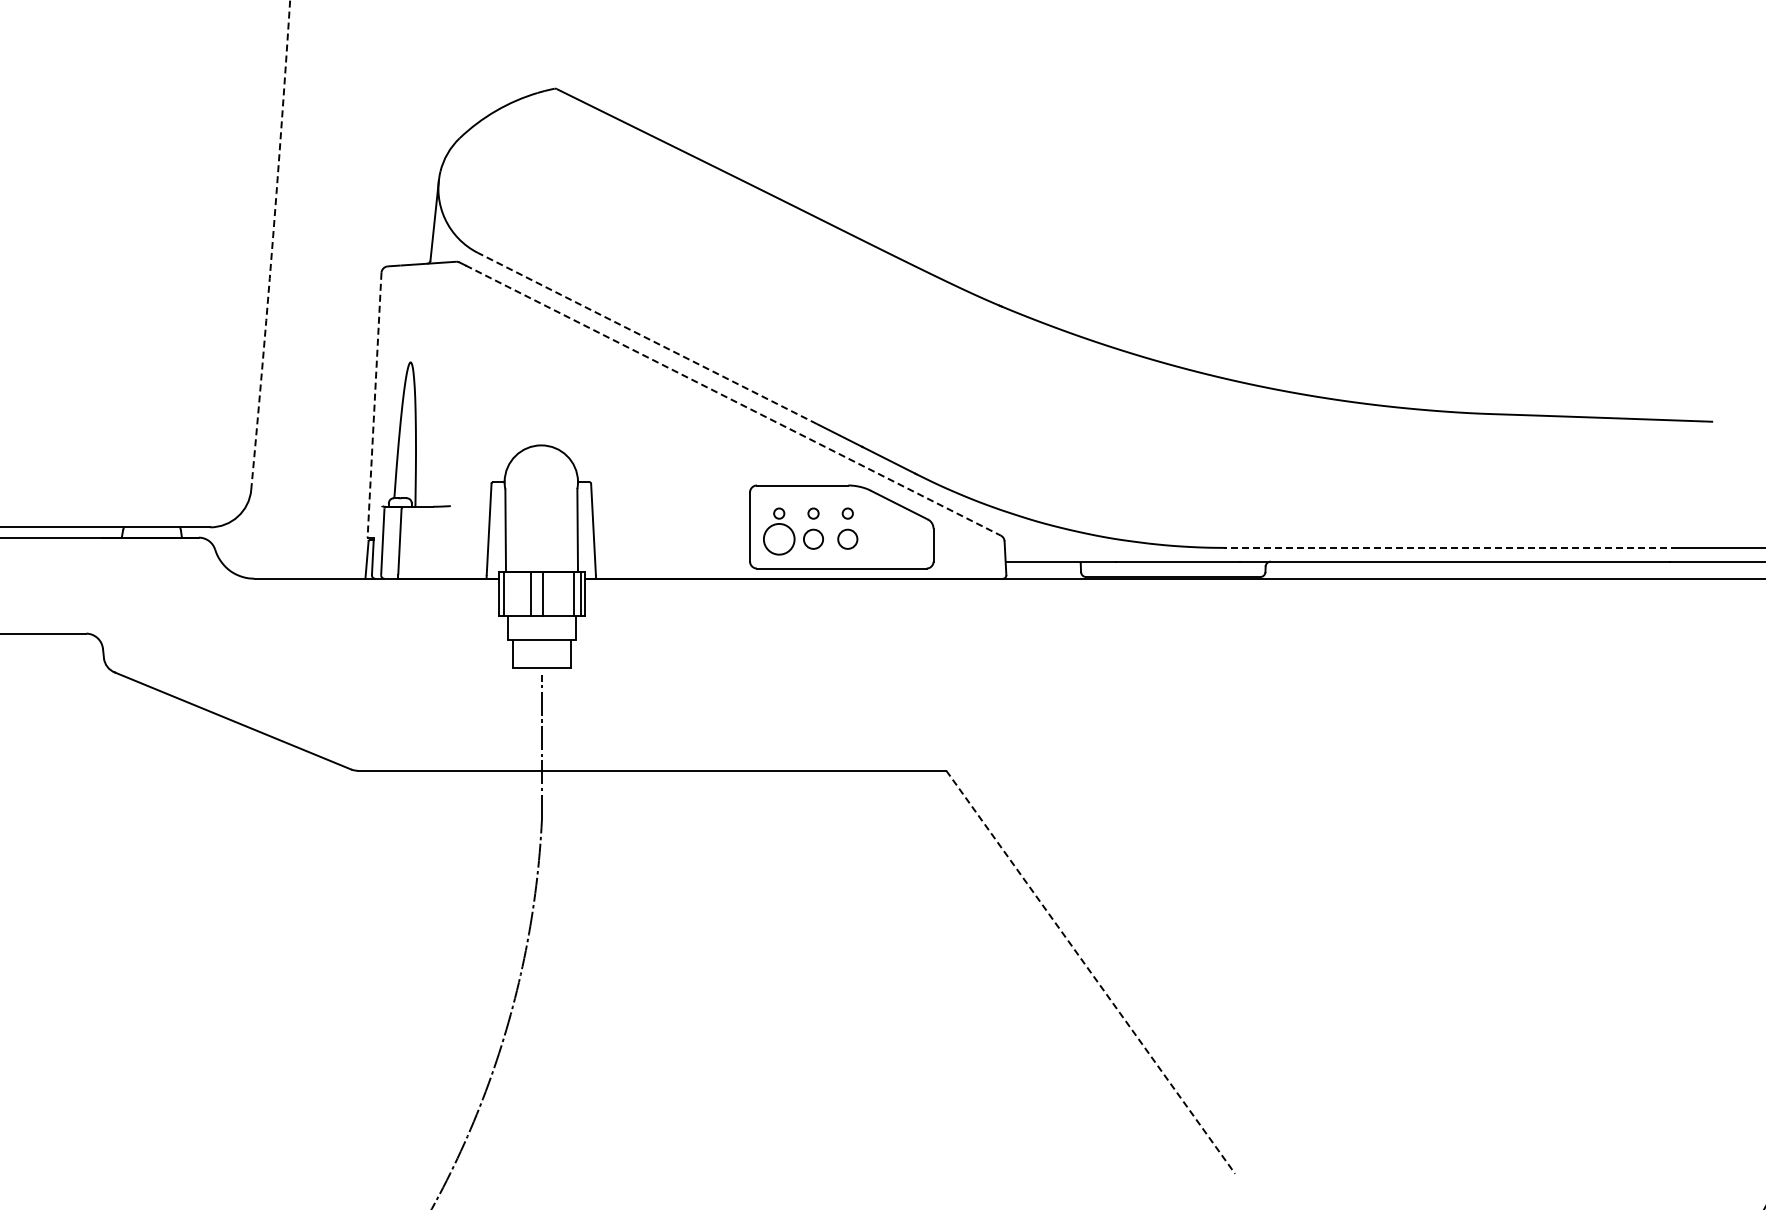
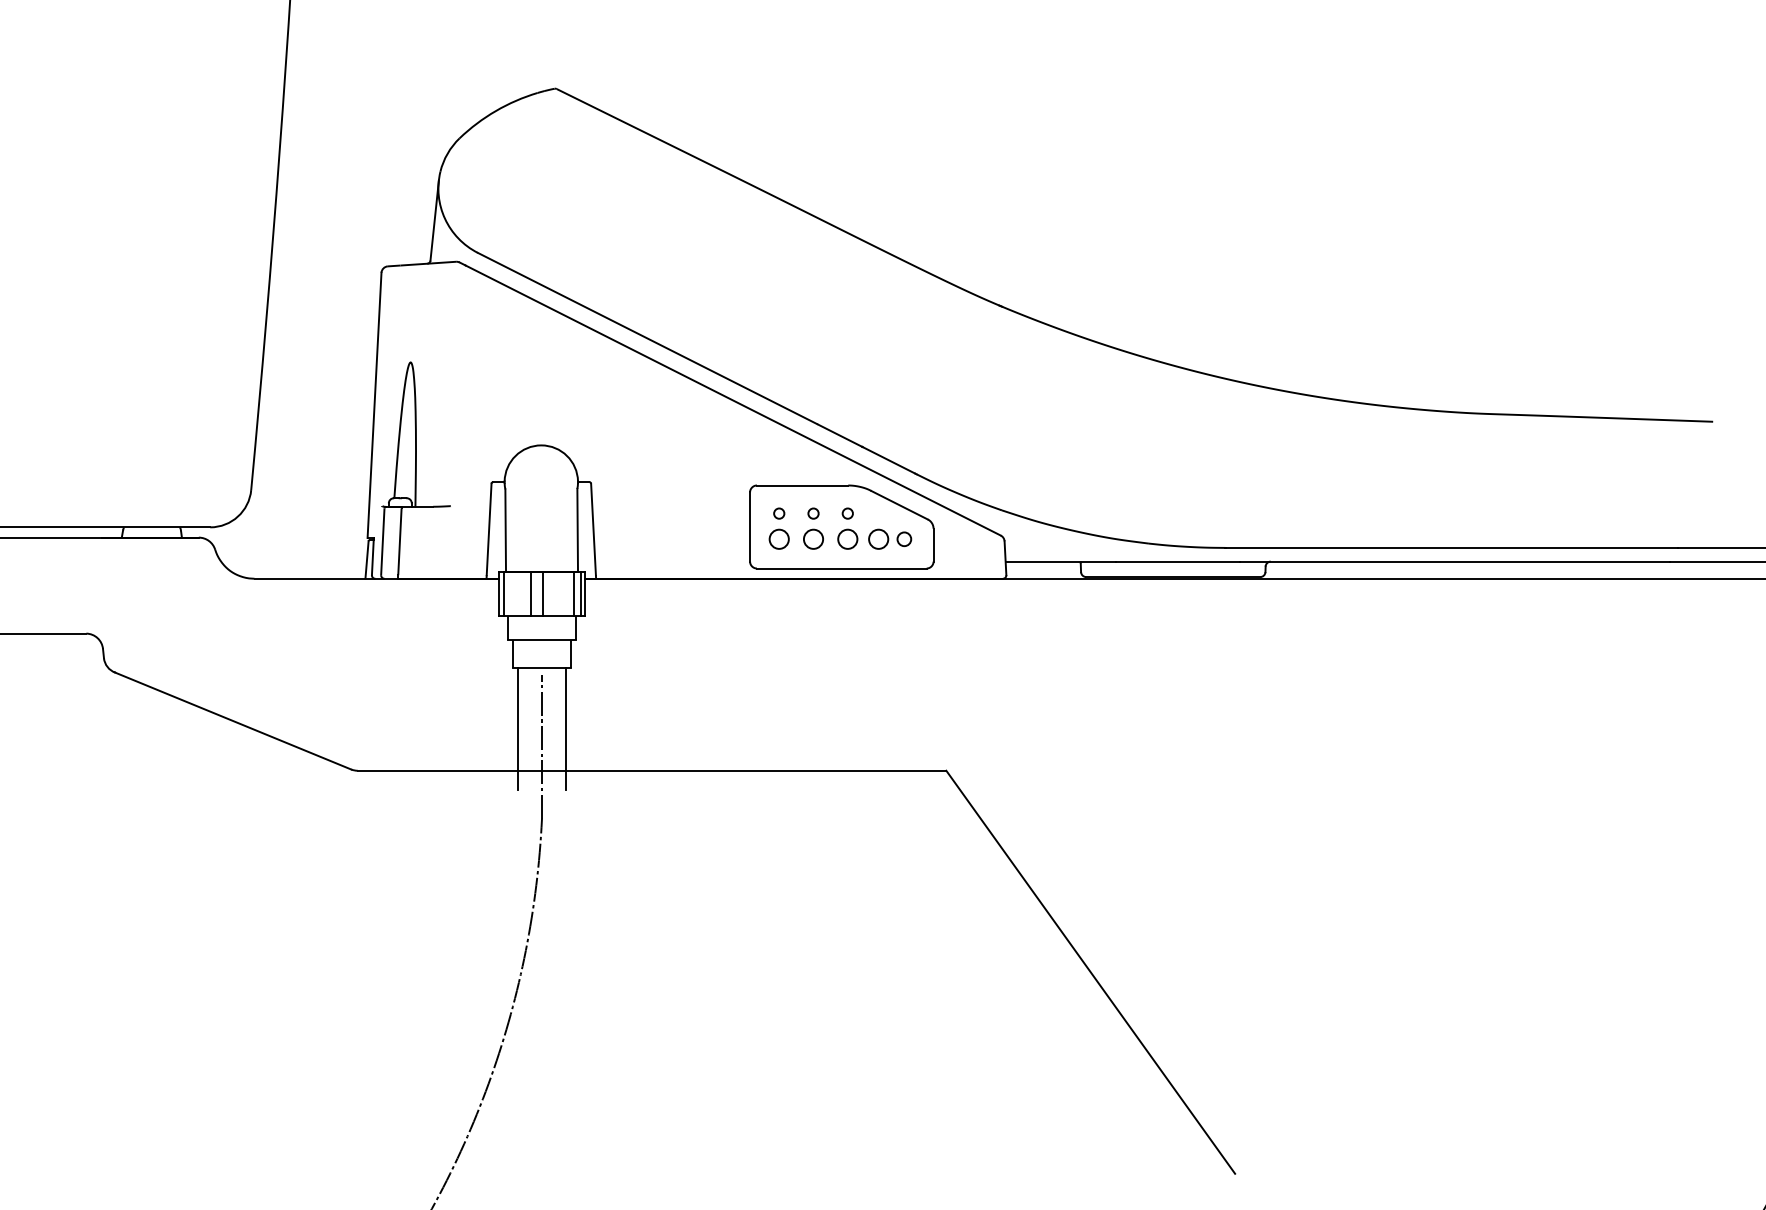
arc at (272, 244): dashed -> solid
line at (647, 338): dashed -> solid
line at (733, 400): dashed -> solid
line at (374, 405): dashed -> solid
circle at (778, 538) diameter: 31 px -> 19 px
part at (890, 538): none -> present
line at (1451, 547): dashed -> solid
line at (518, 728): none -> present
line at (566, 728): none -> present
line at (1090, 972): dashed -> solid
